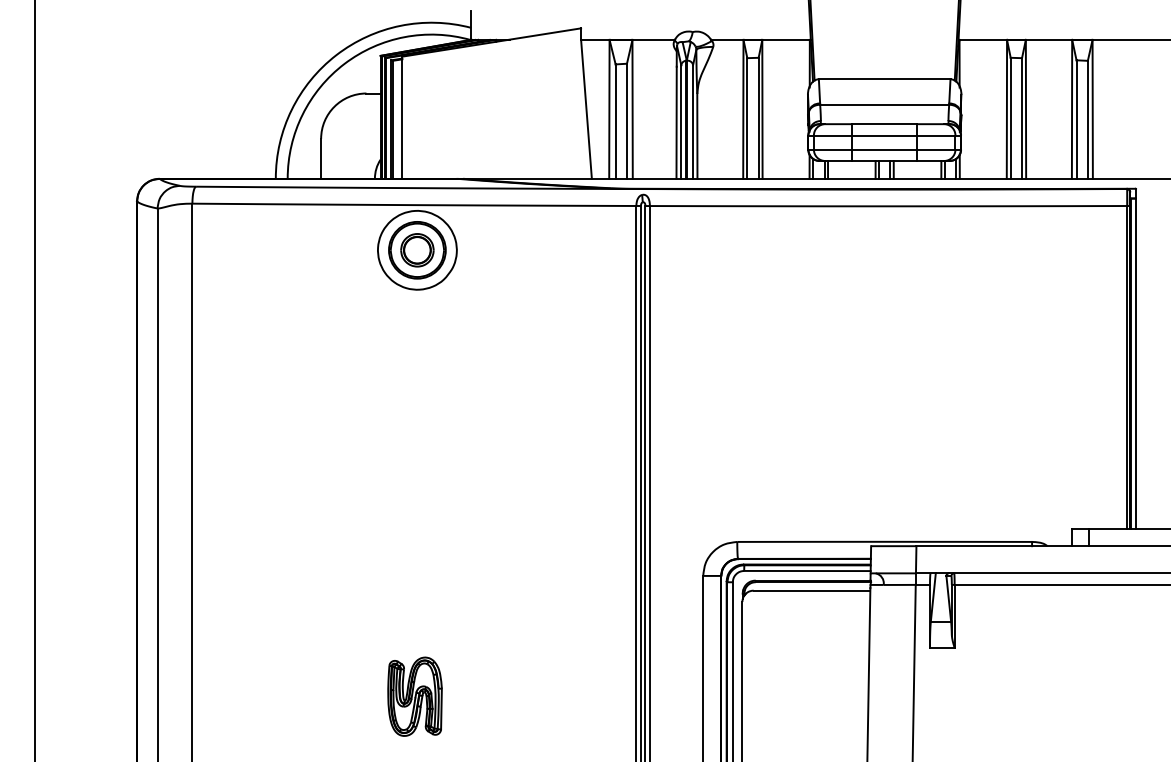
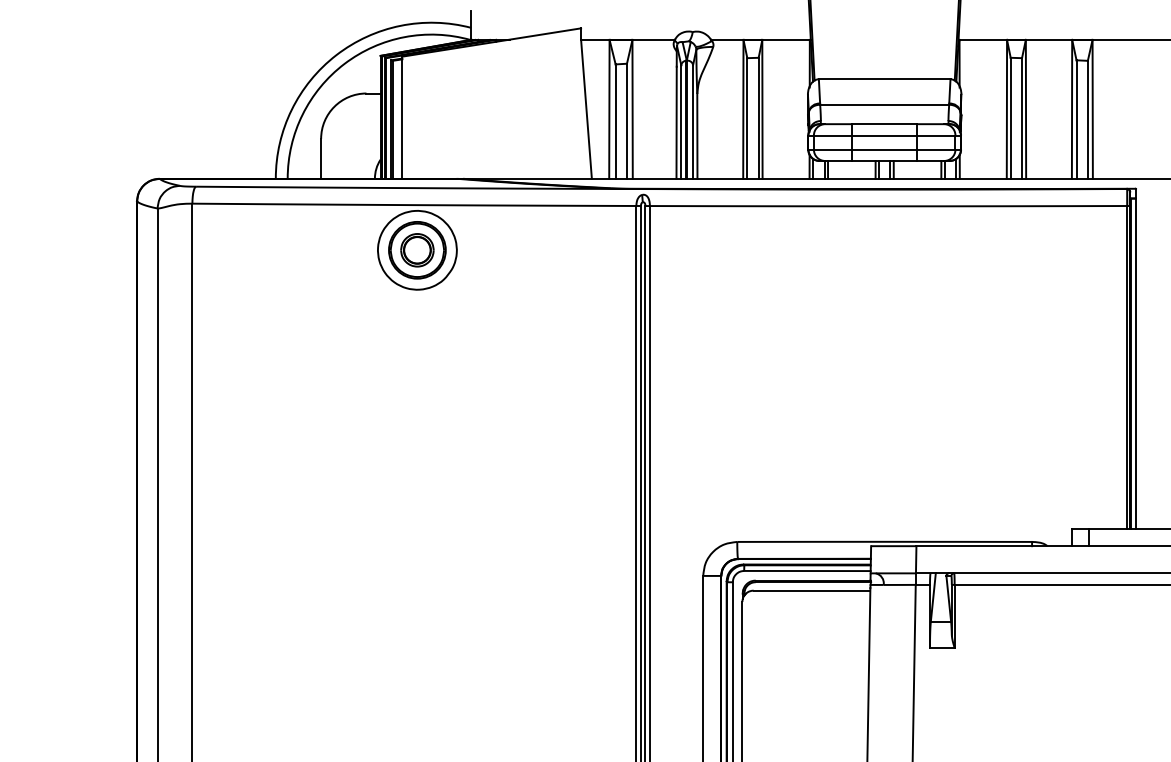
line at (35, 380): present -> none
part at (414, 696): present -> none
